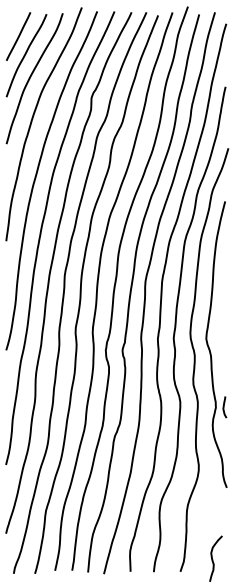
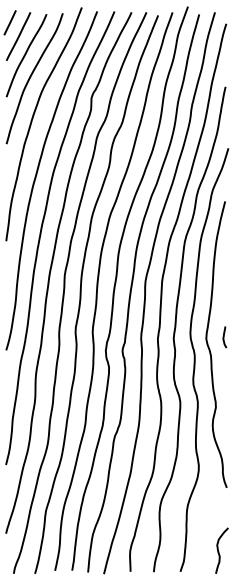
line at (9, 22): none -> present
curve at (224, 407) position: (224, 407) -> (224, 337)
curve at (213, 559) position: (213, 559) -> (219, 551)
